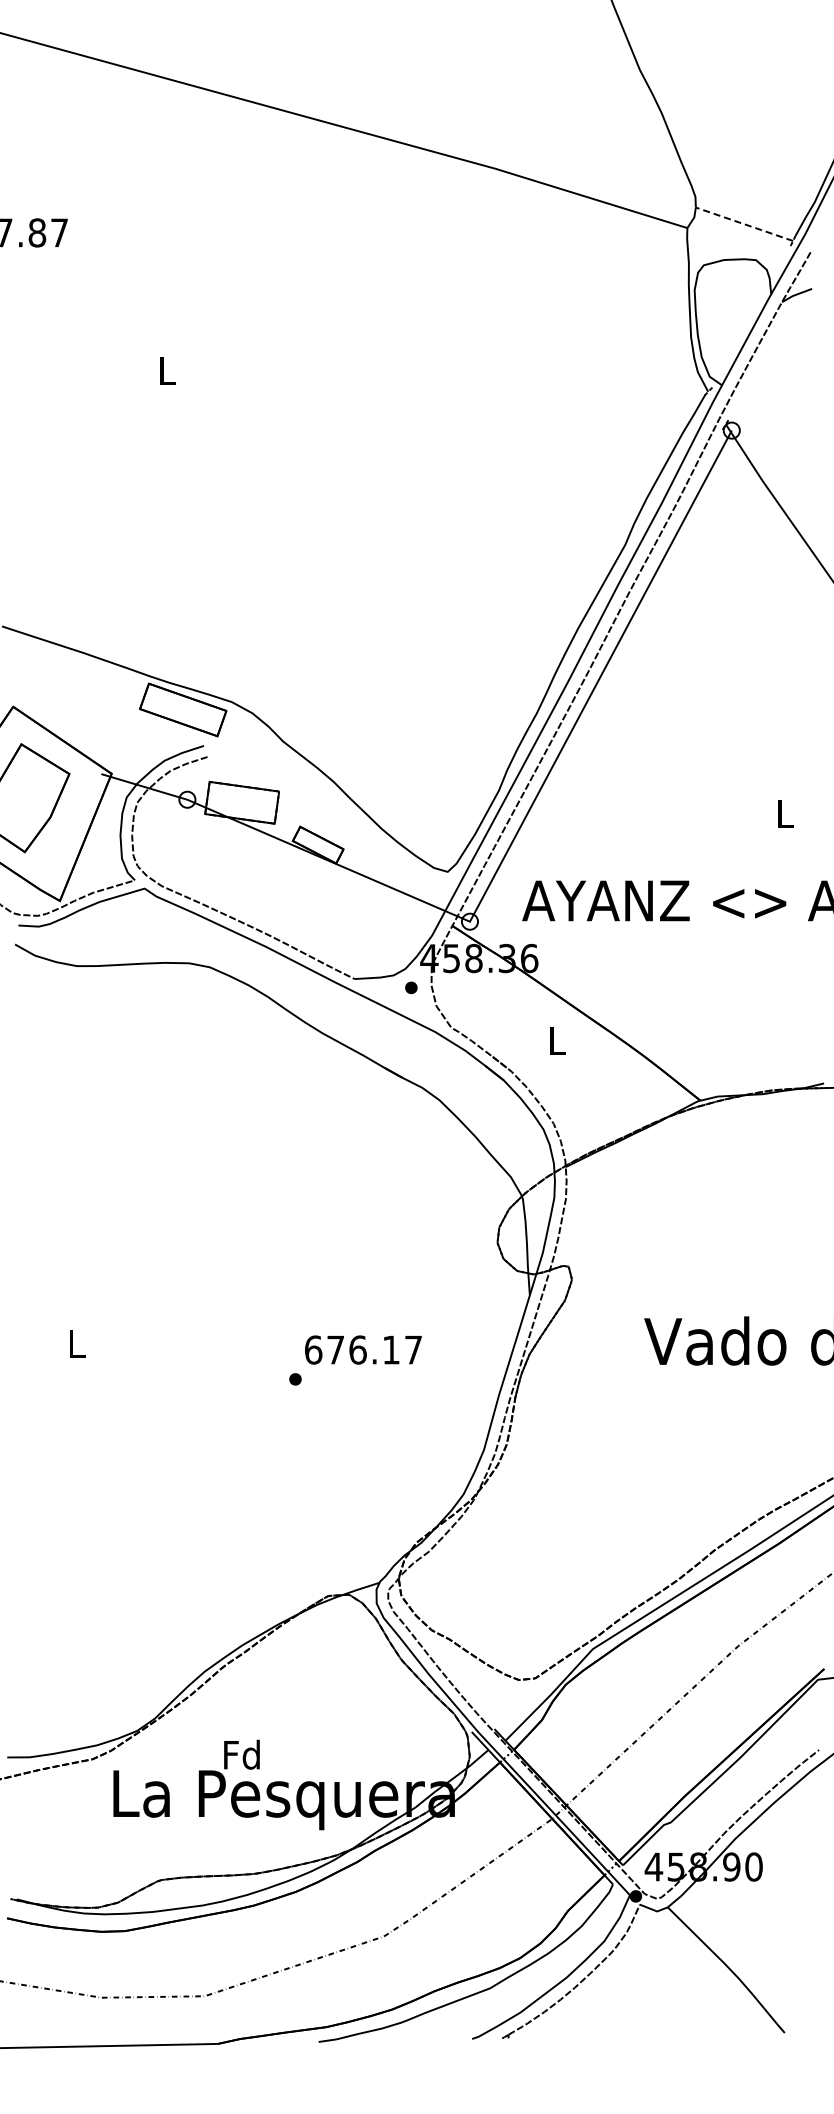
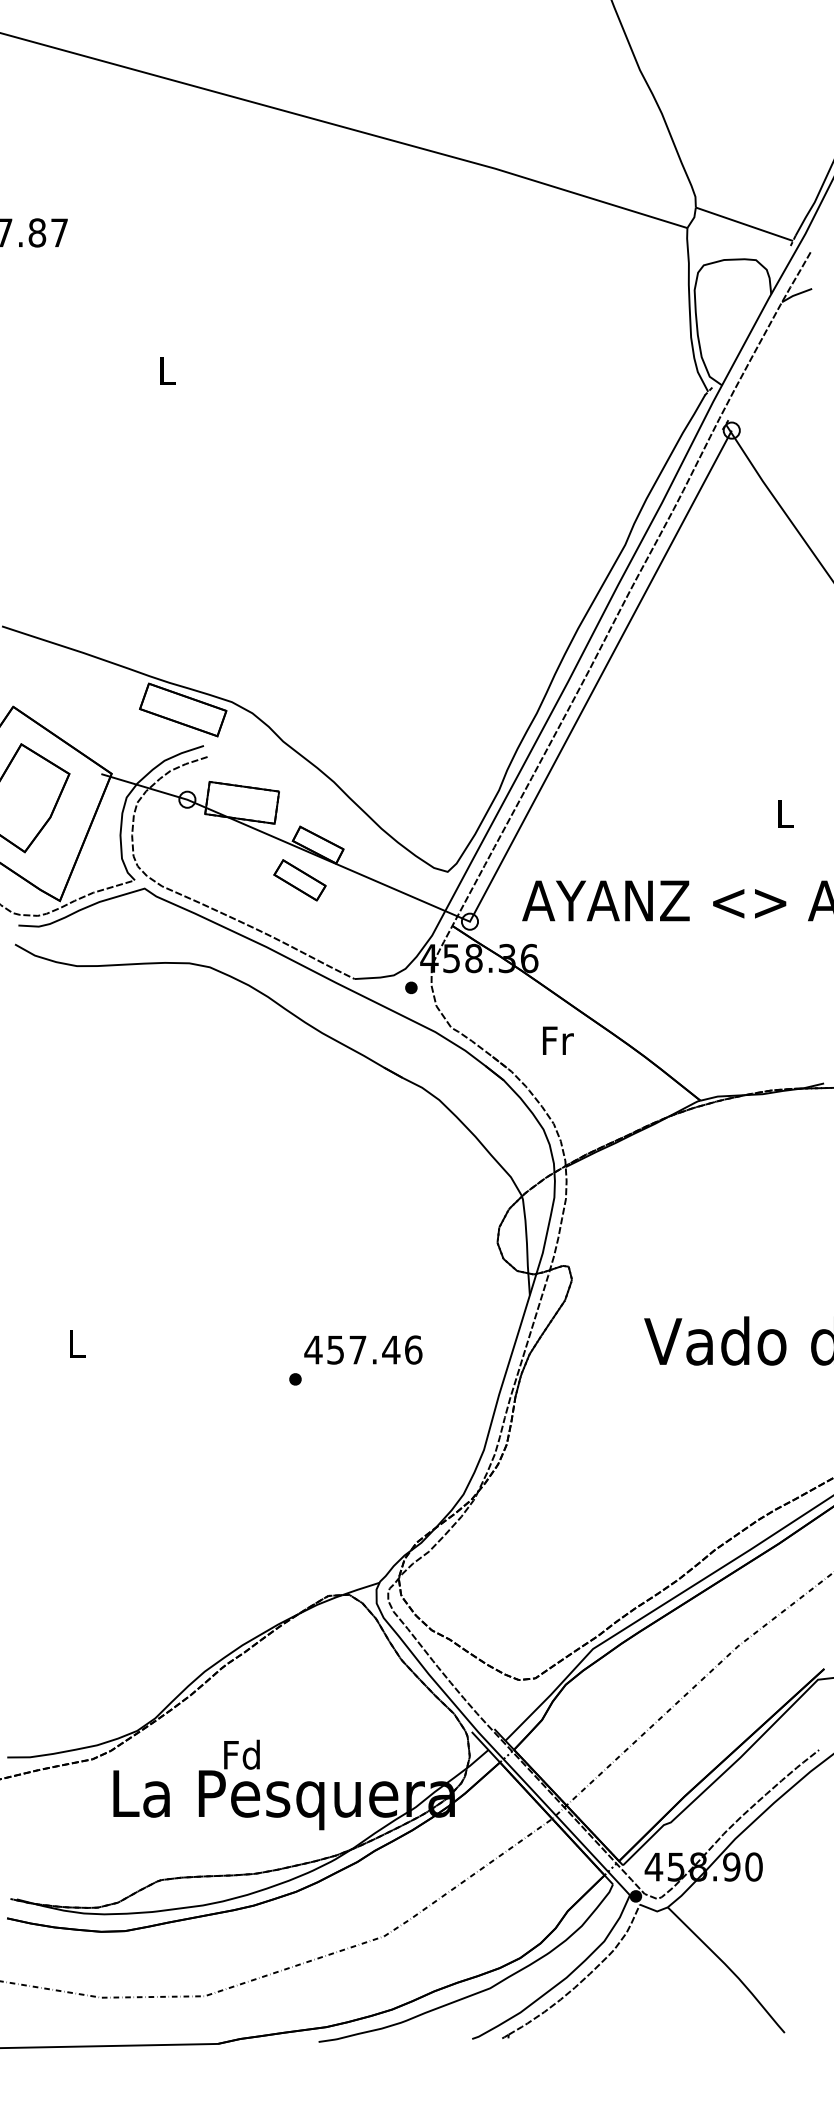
line at (744, 224): dashed -> solid
part at (299, 880): none -> present
text at (558, 1040): L -> Fr
text at (363, 1349): 676.17 -> 457.46
